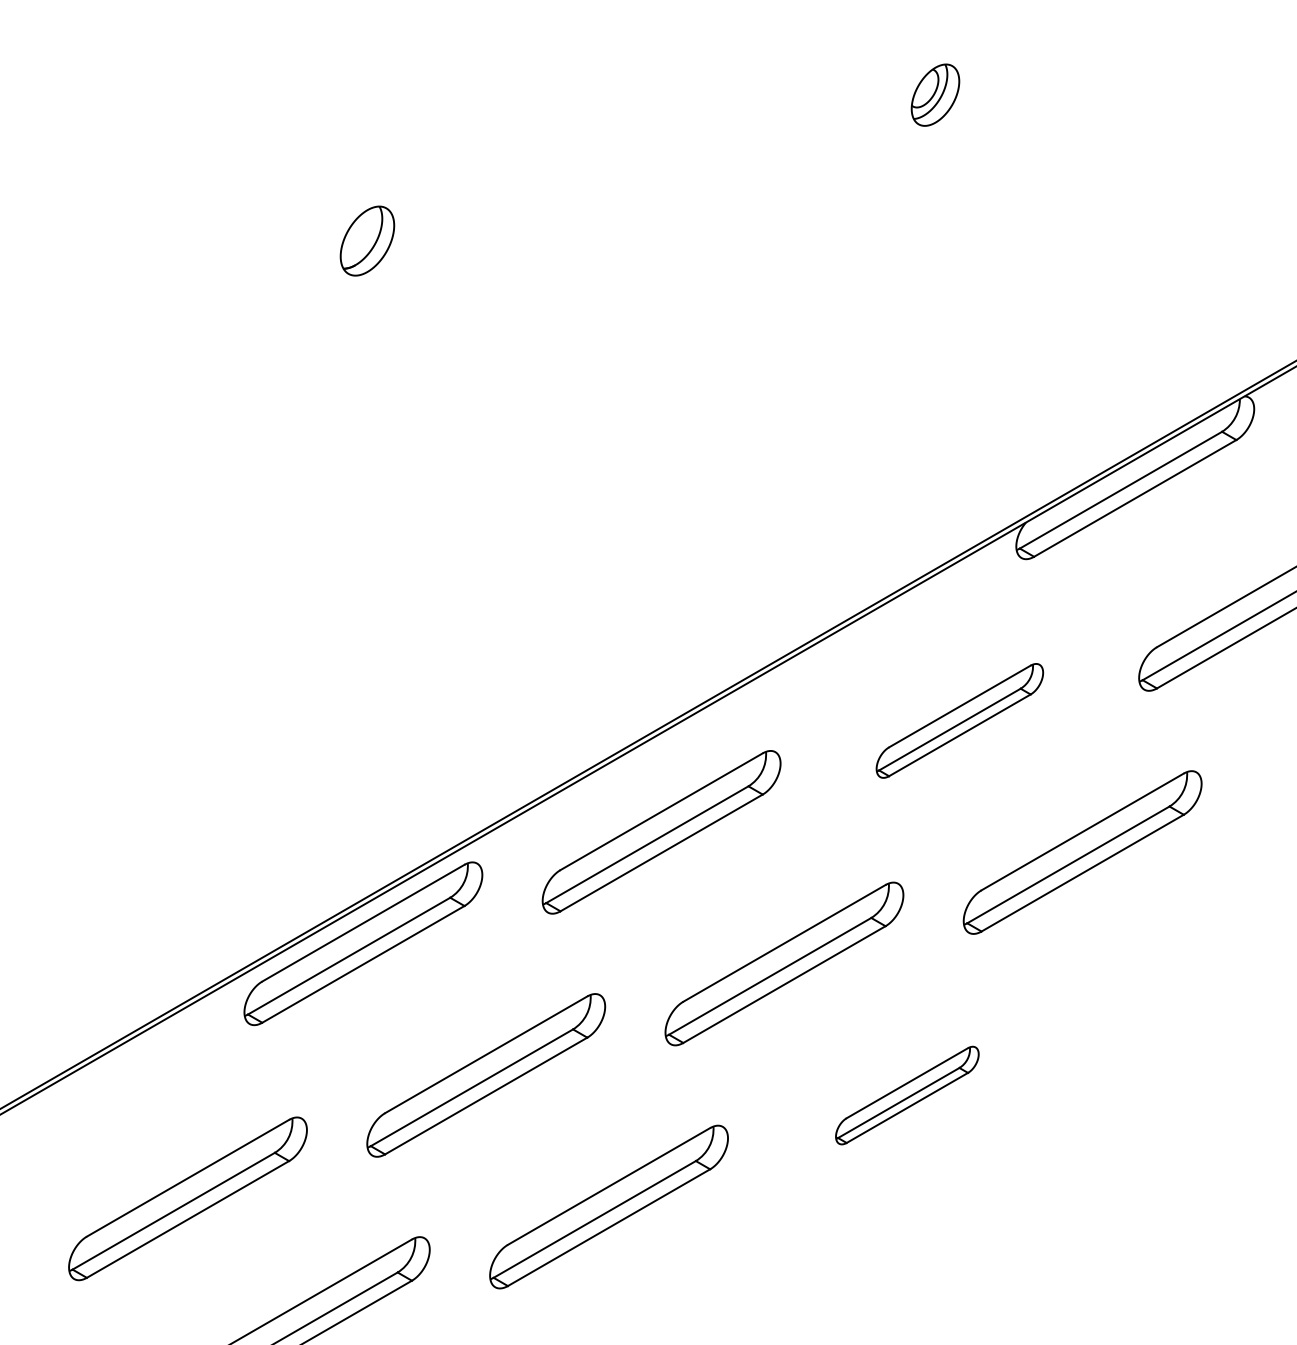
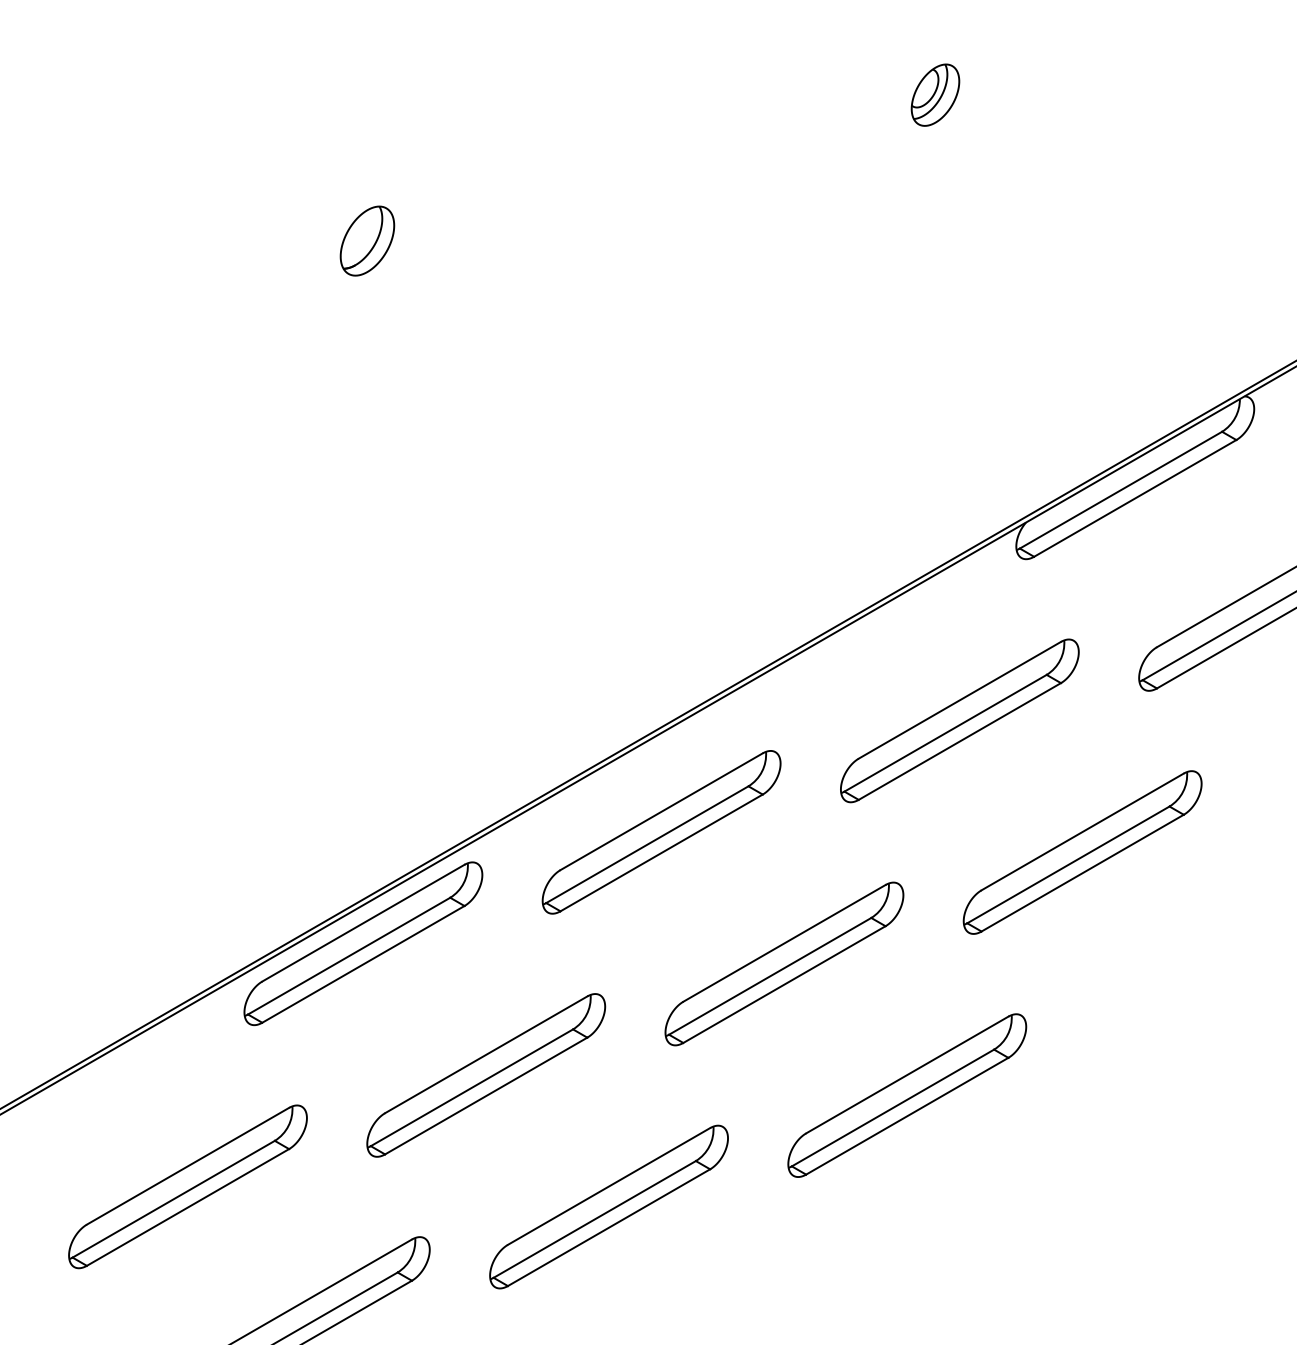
part at (959, 720) size: 170x116 px -> 240x166 px
part at (907, 1095) size: 145x101 px -> 241x165 px
part at (187, 1198) position: (187, 1198) -> (187, 1186)
